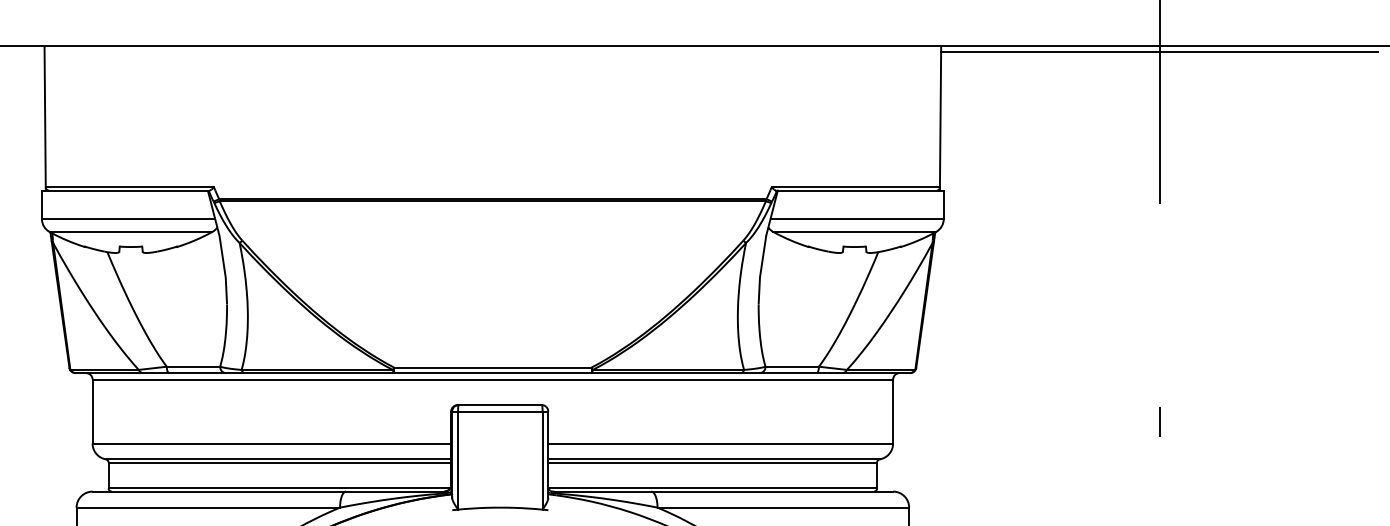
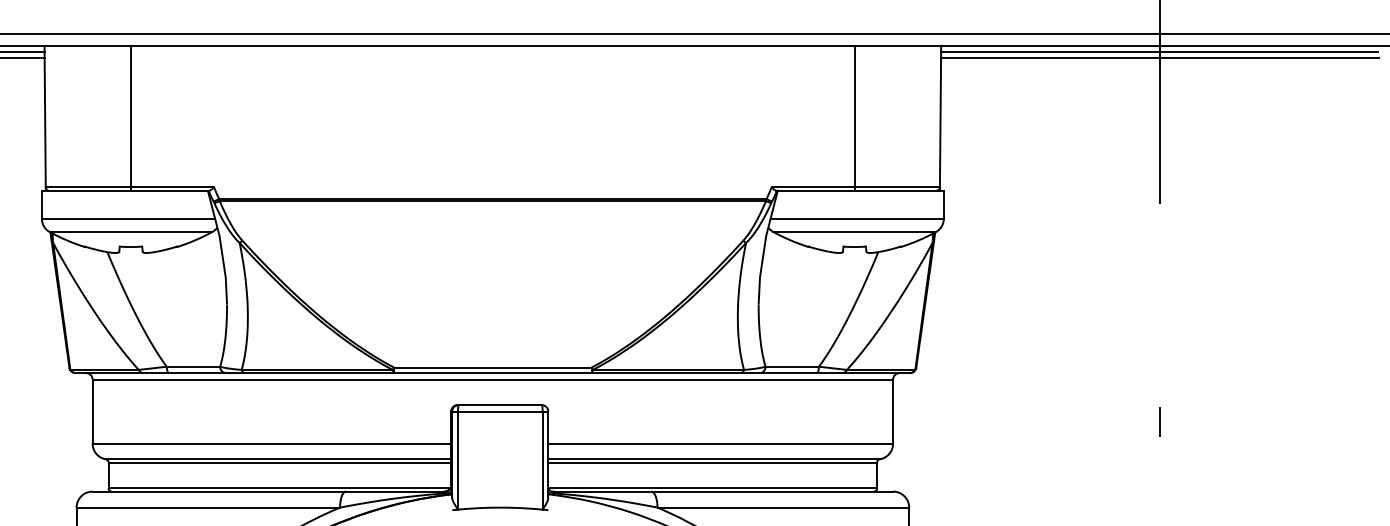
line at (694, 33): none -> present
line at (23, 52): none -> present
line at (23, 58): none -> present
line at (1159, 58): none -> present
line at (131, 118): none -> present
line at (854, 118): none -> present
